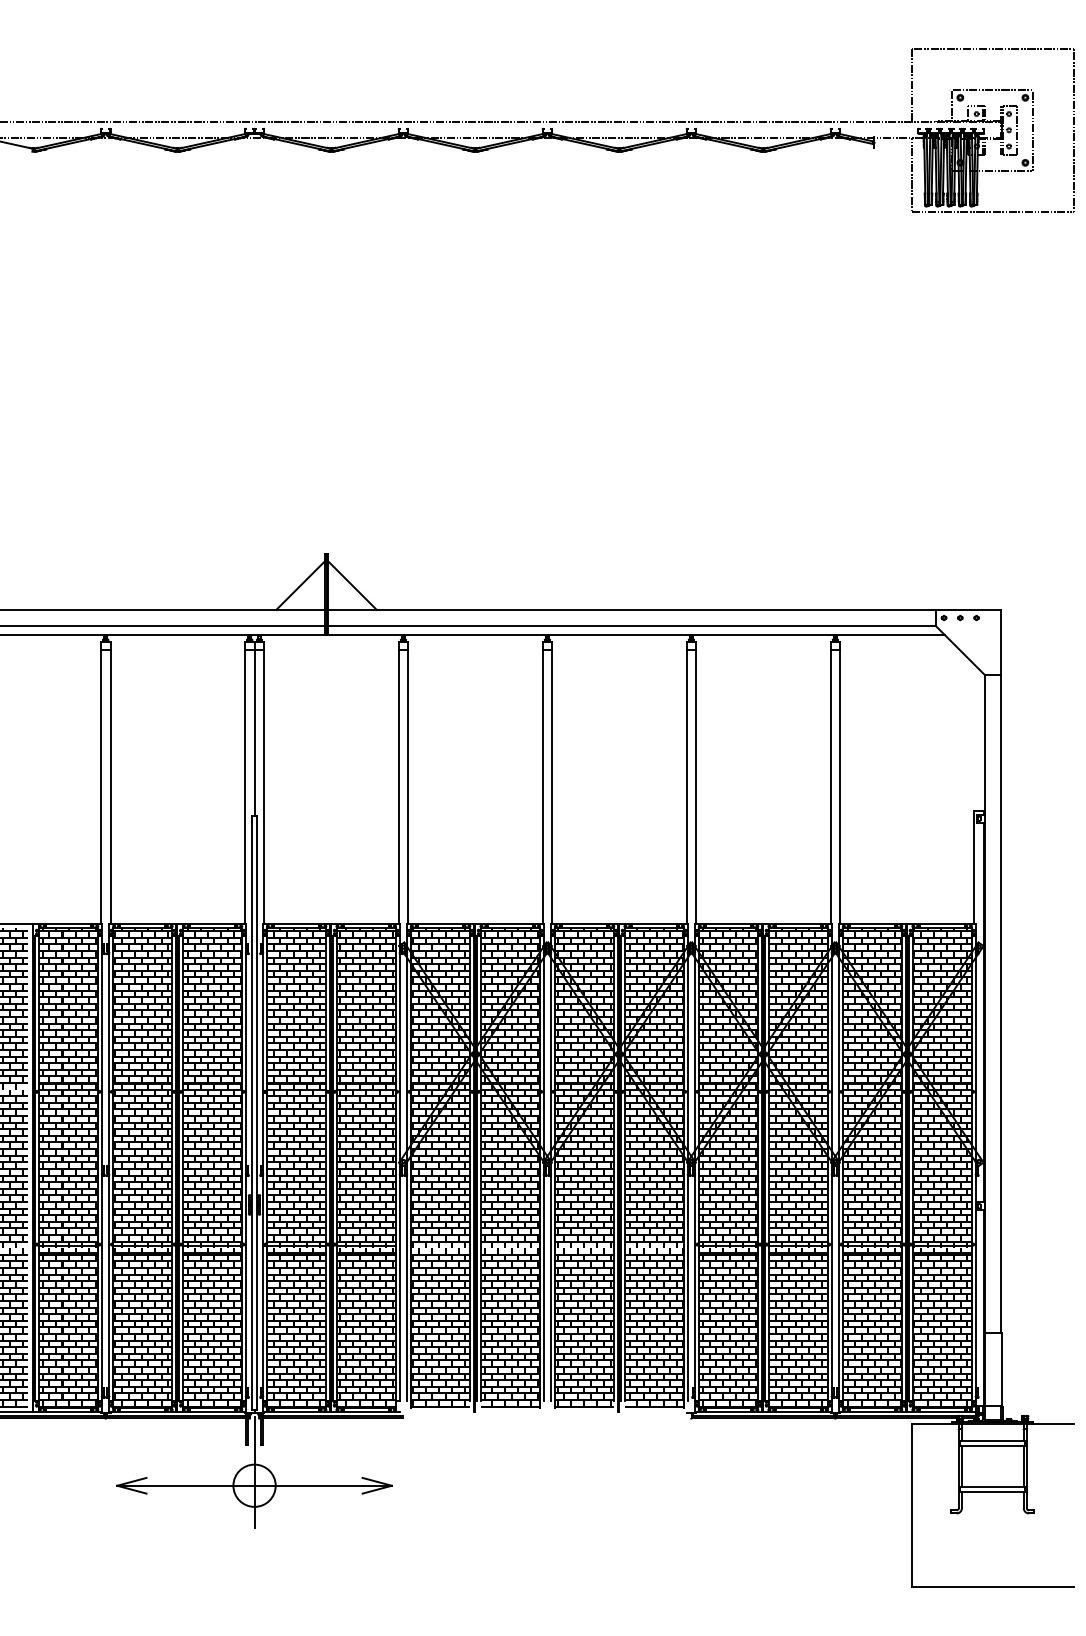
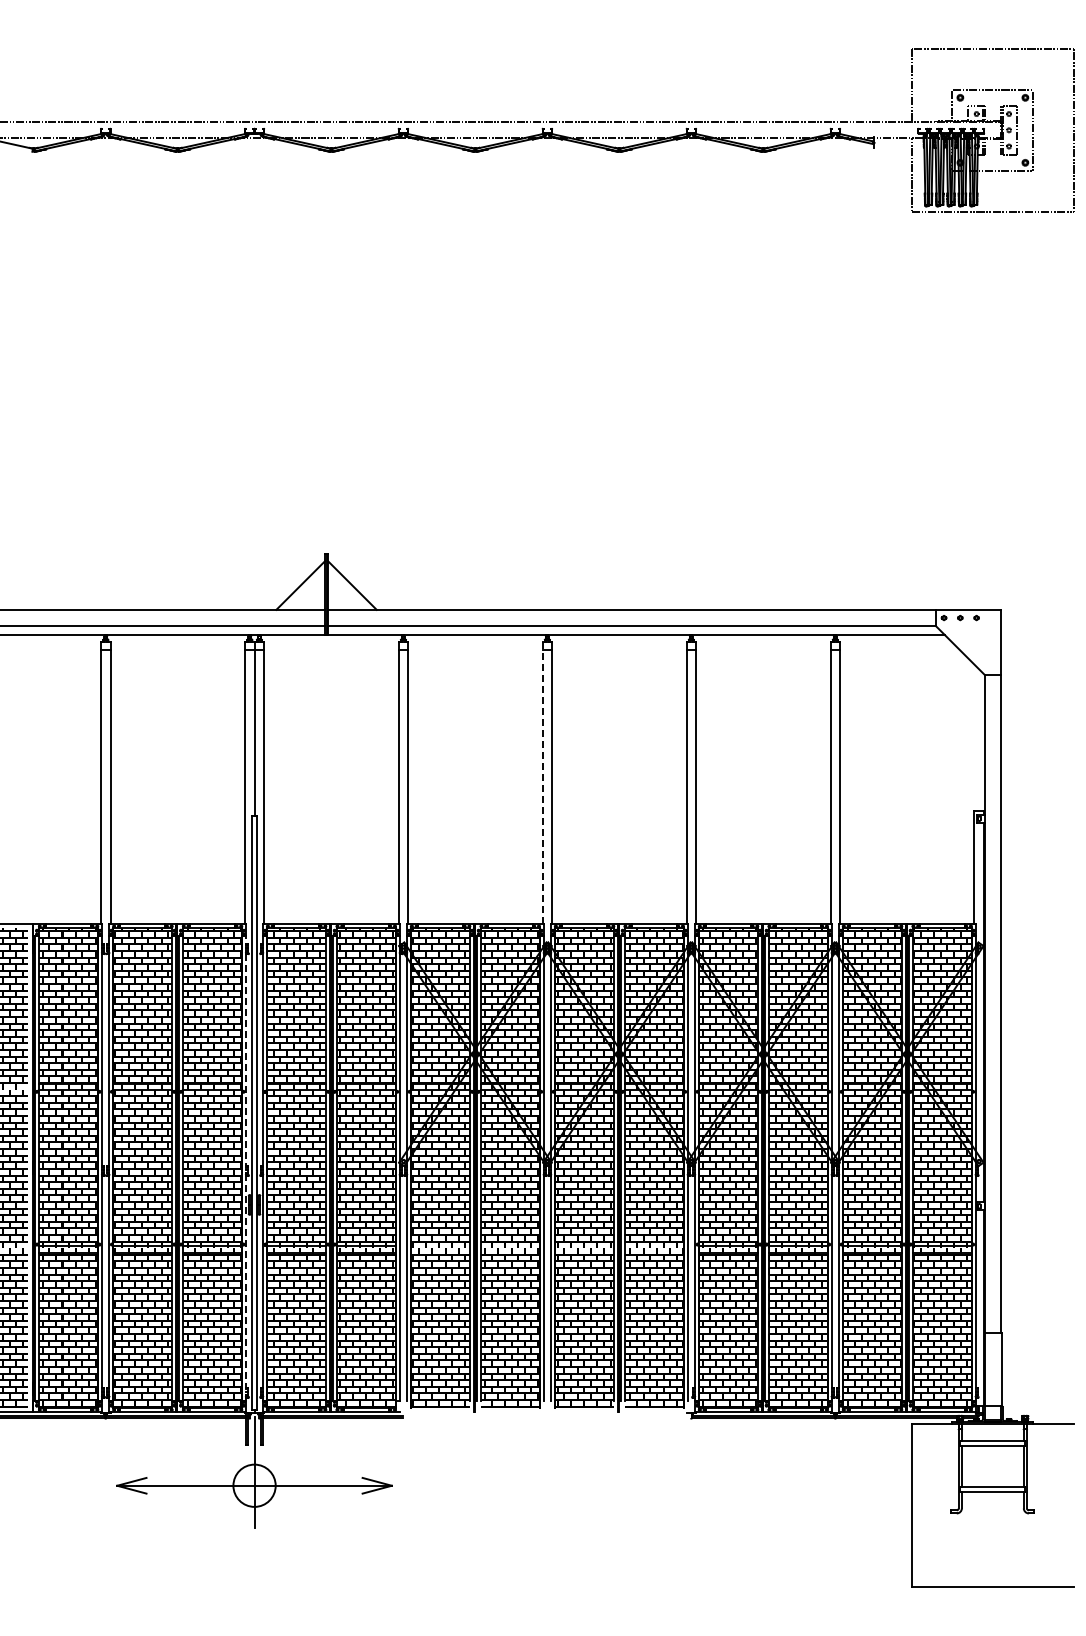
line at (542, 783): solid -> dashed
line at (246, 1167): solid -> dashed
